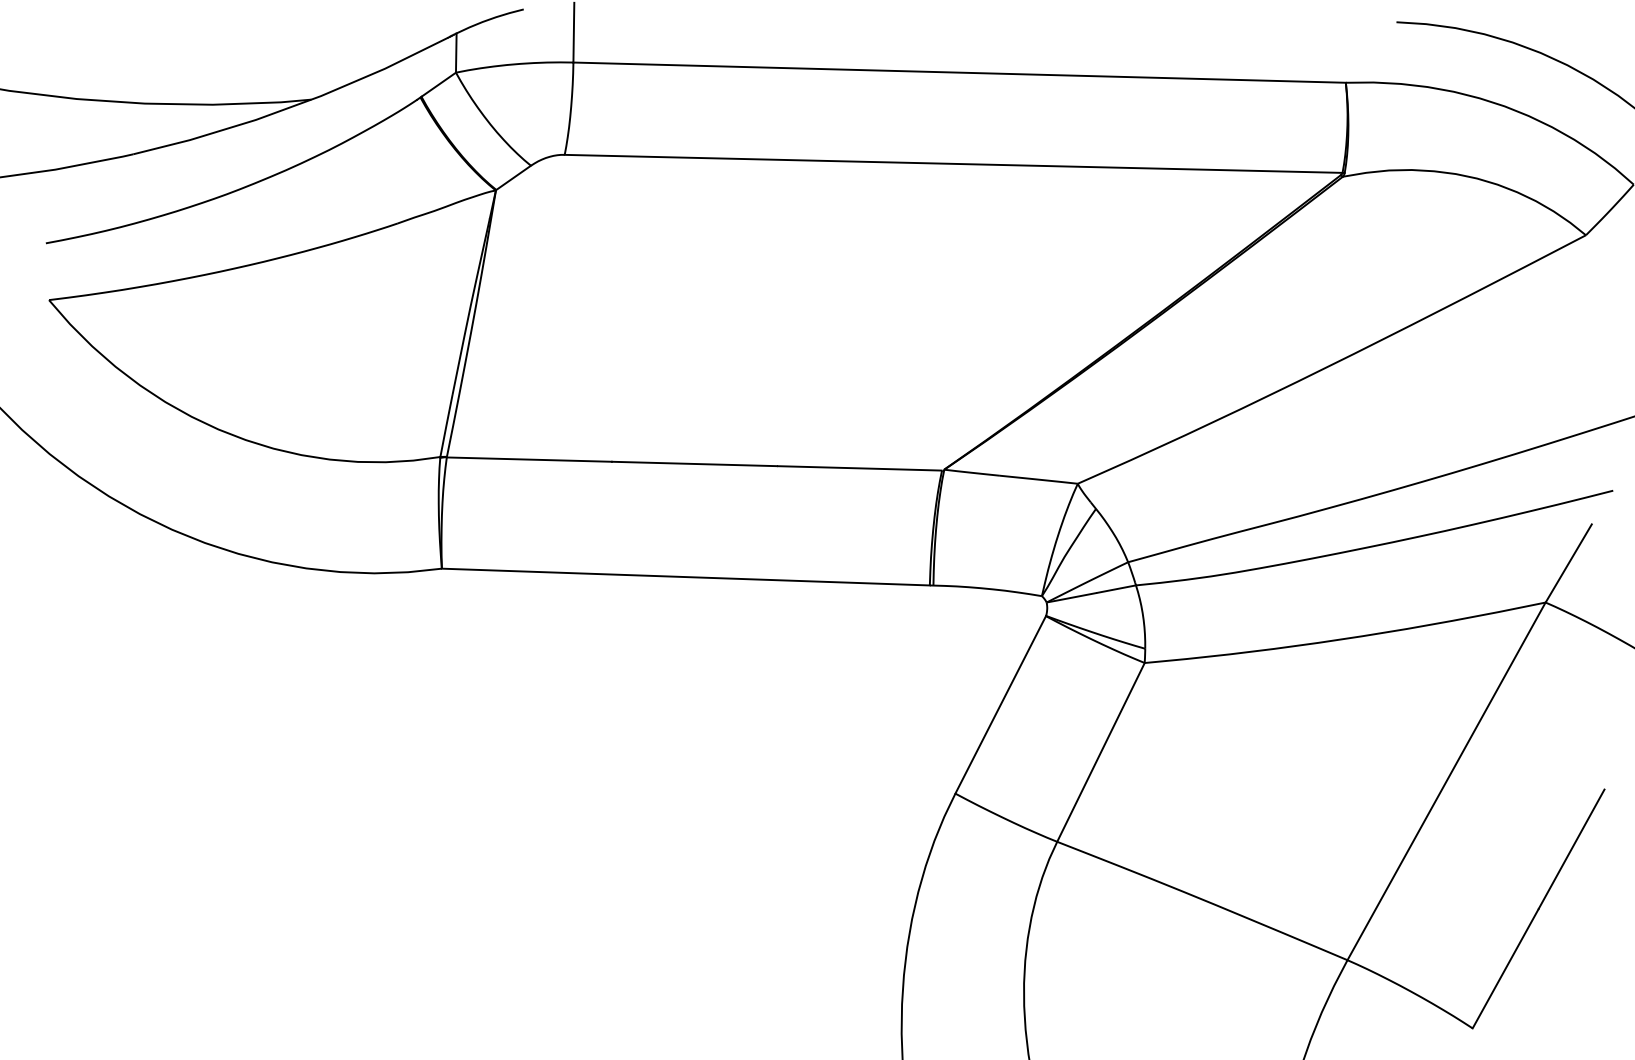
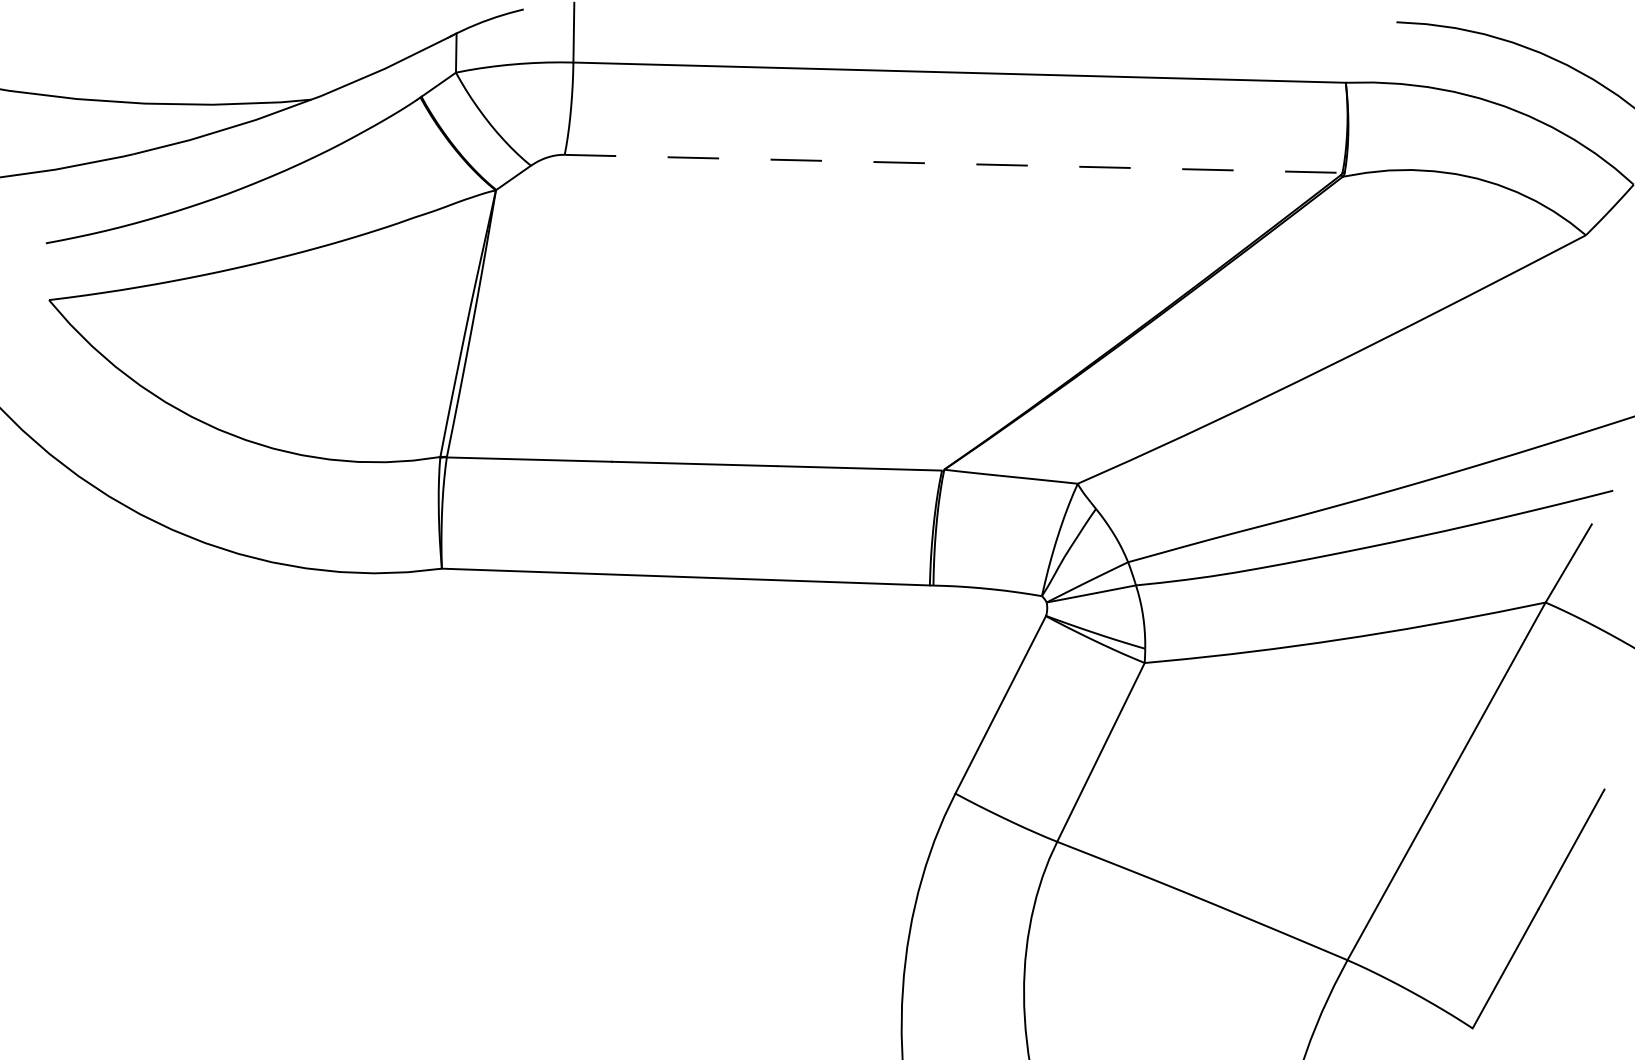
line at (954, 163): solid -> dashed
